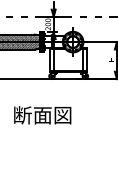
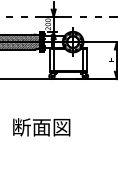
text at (42, 115) position: (42, 115) -> (41, 127)
